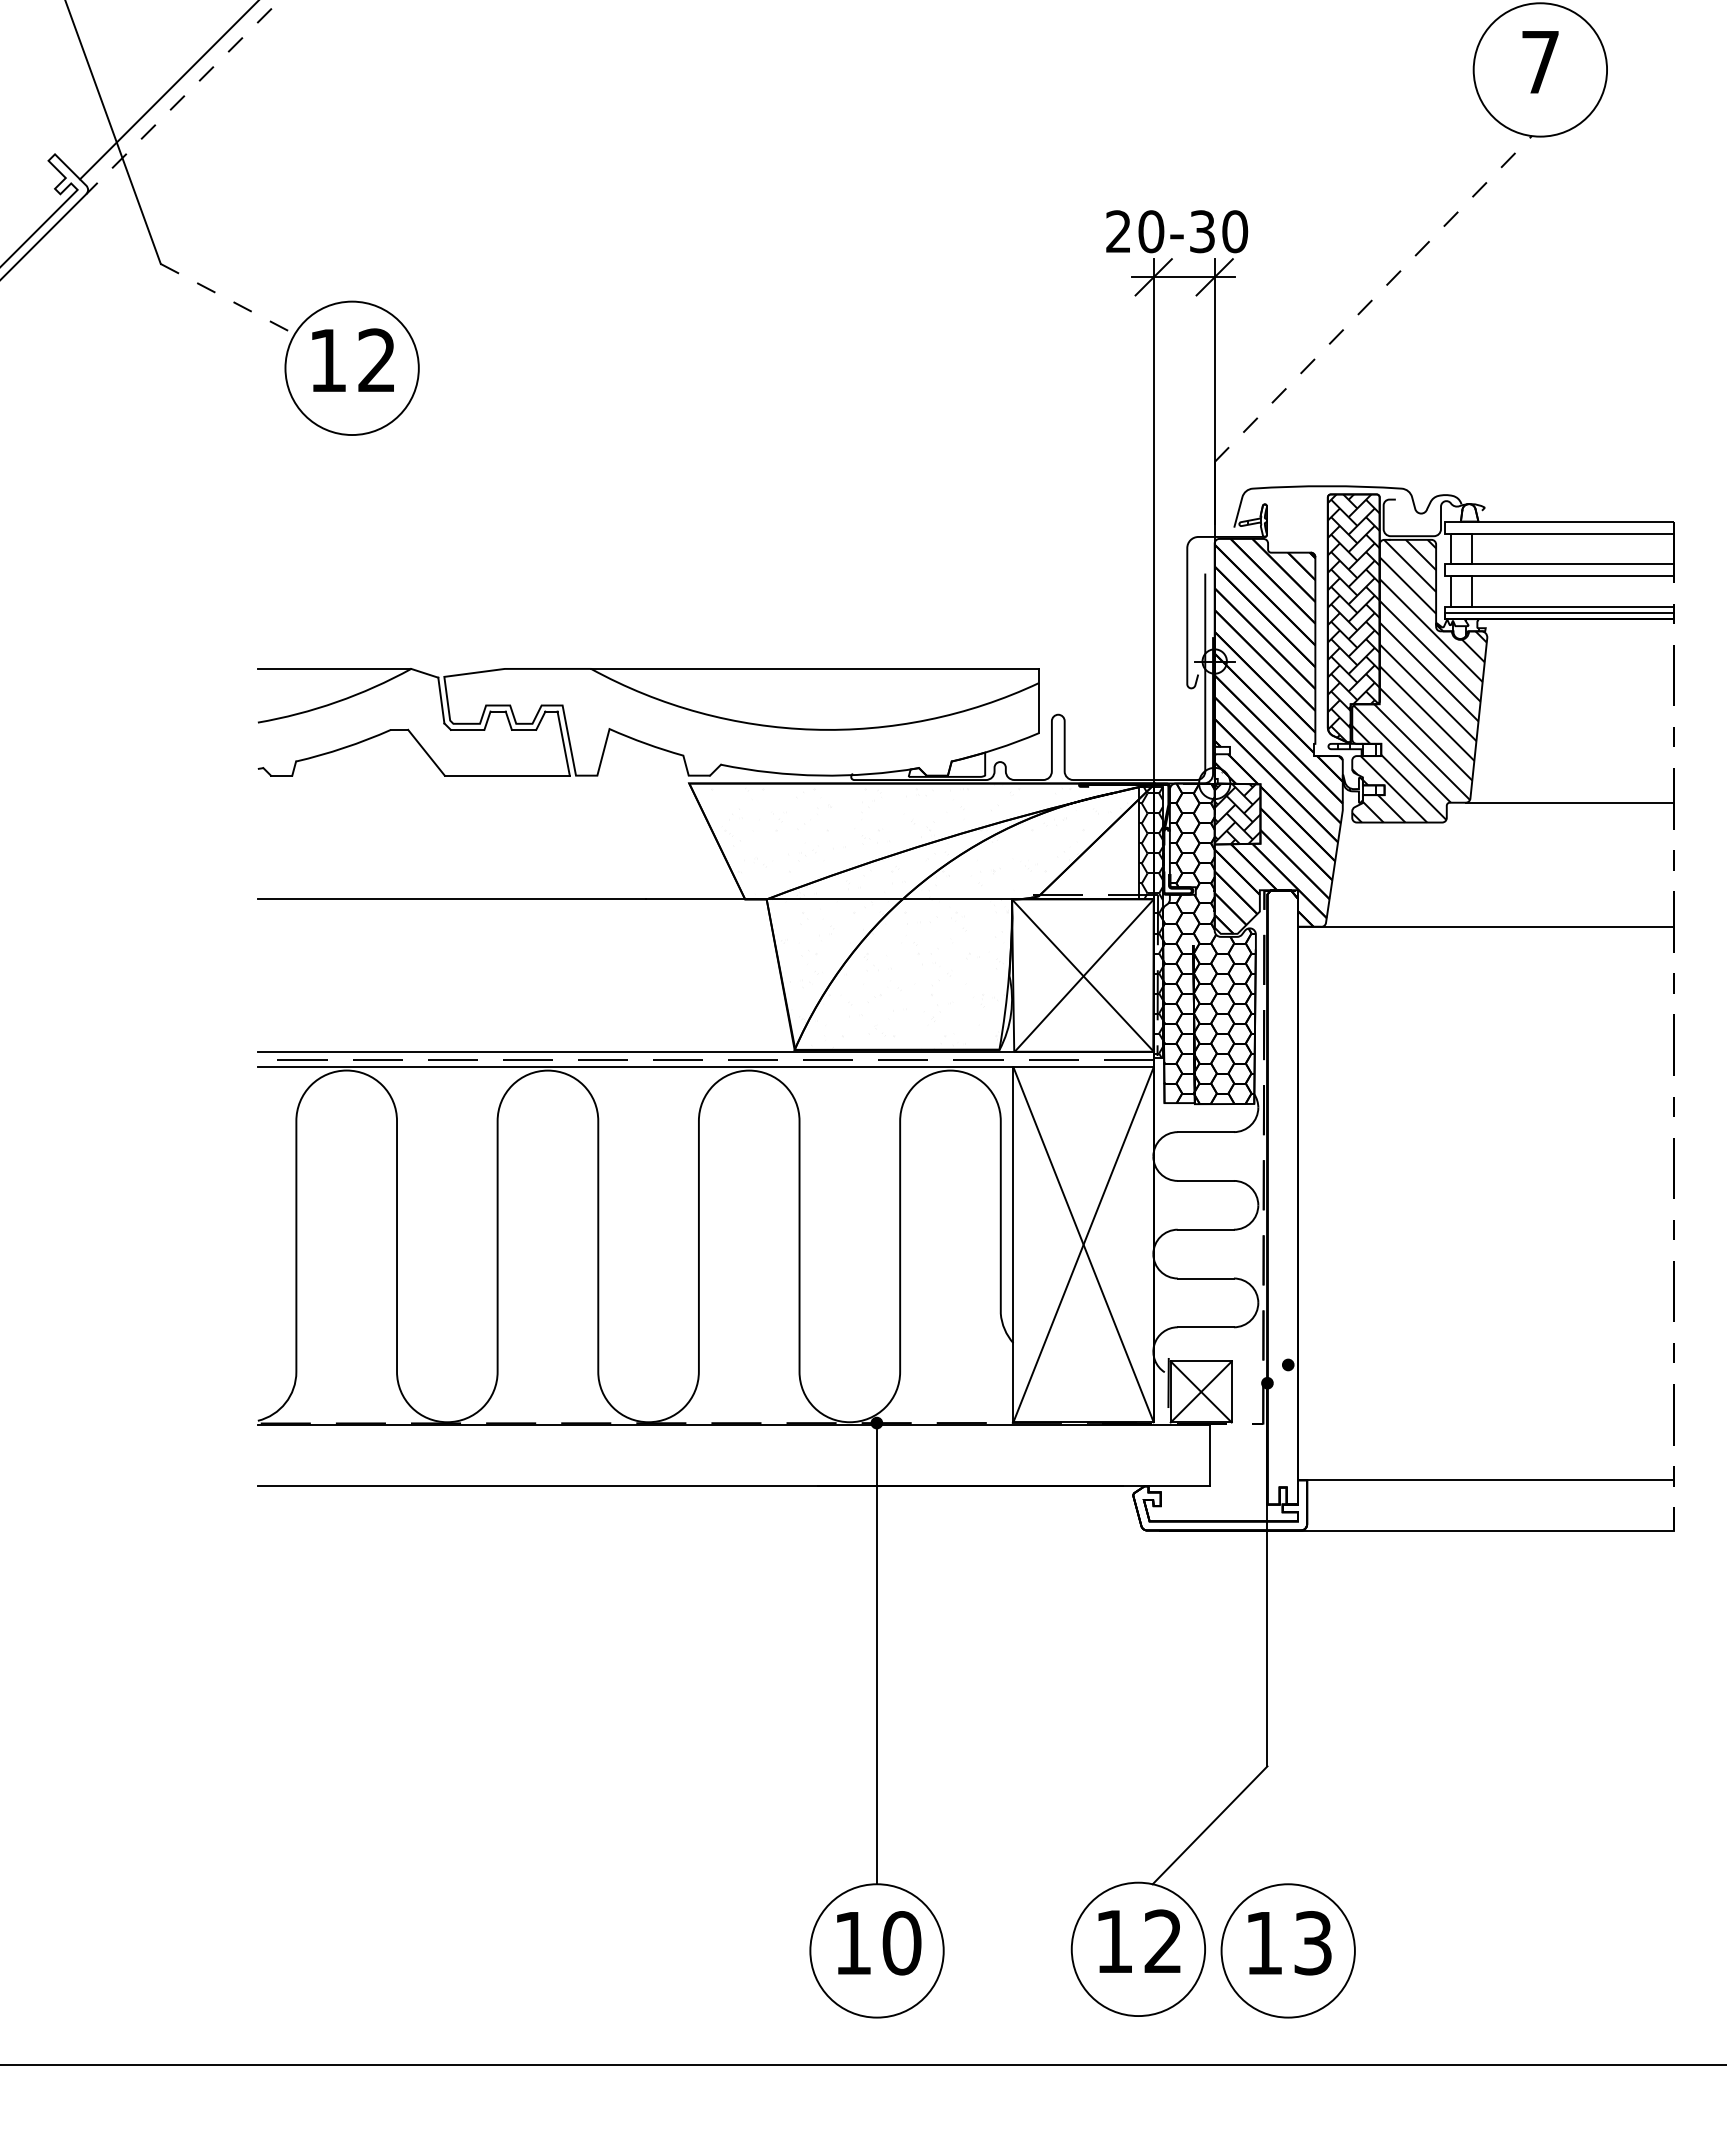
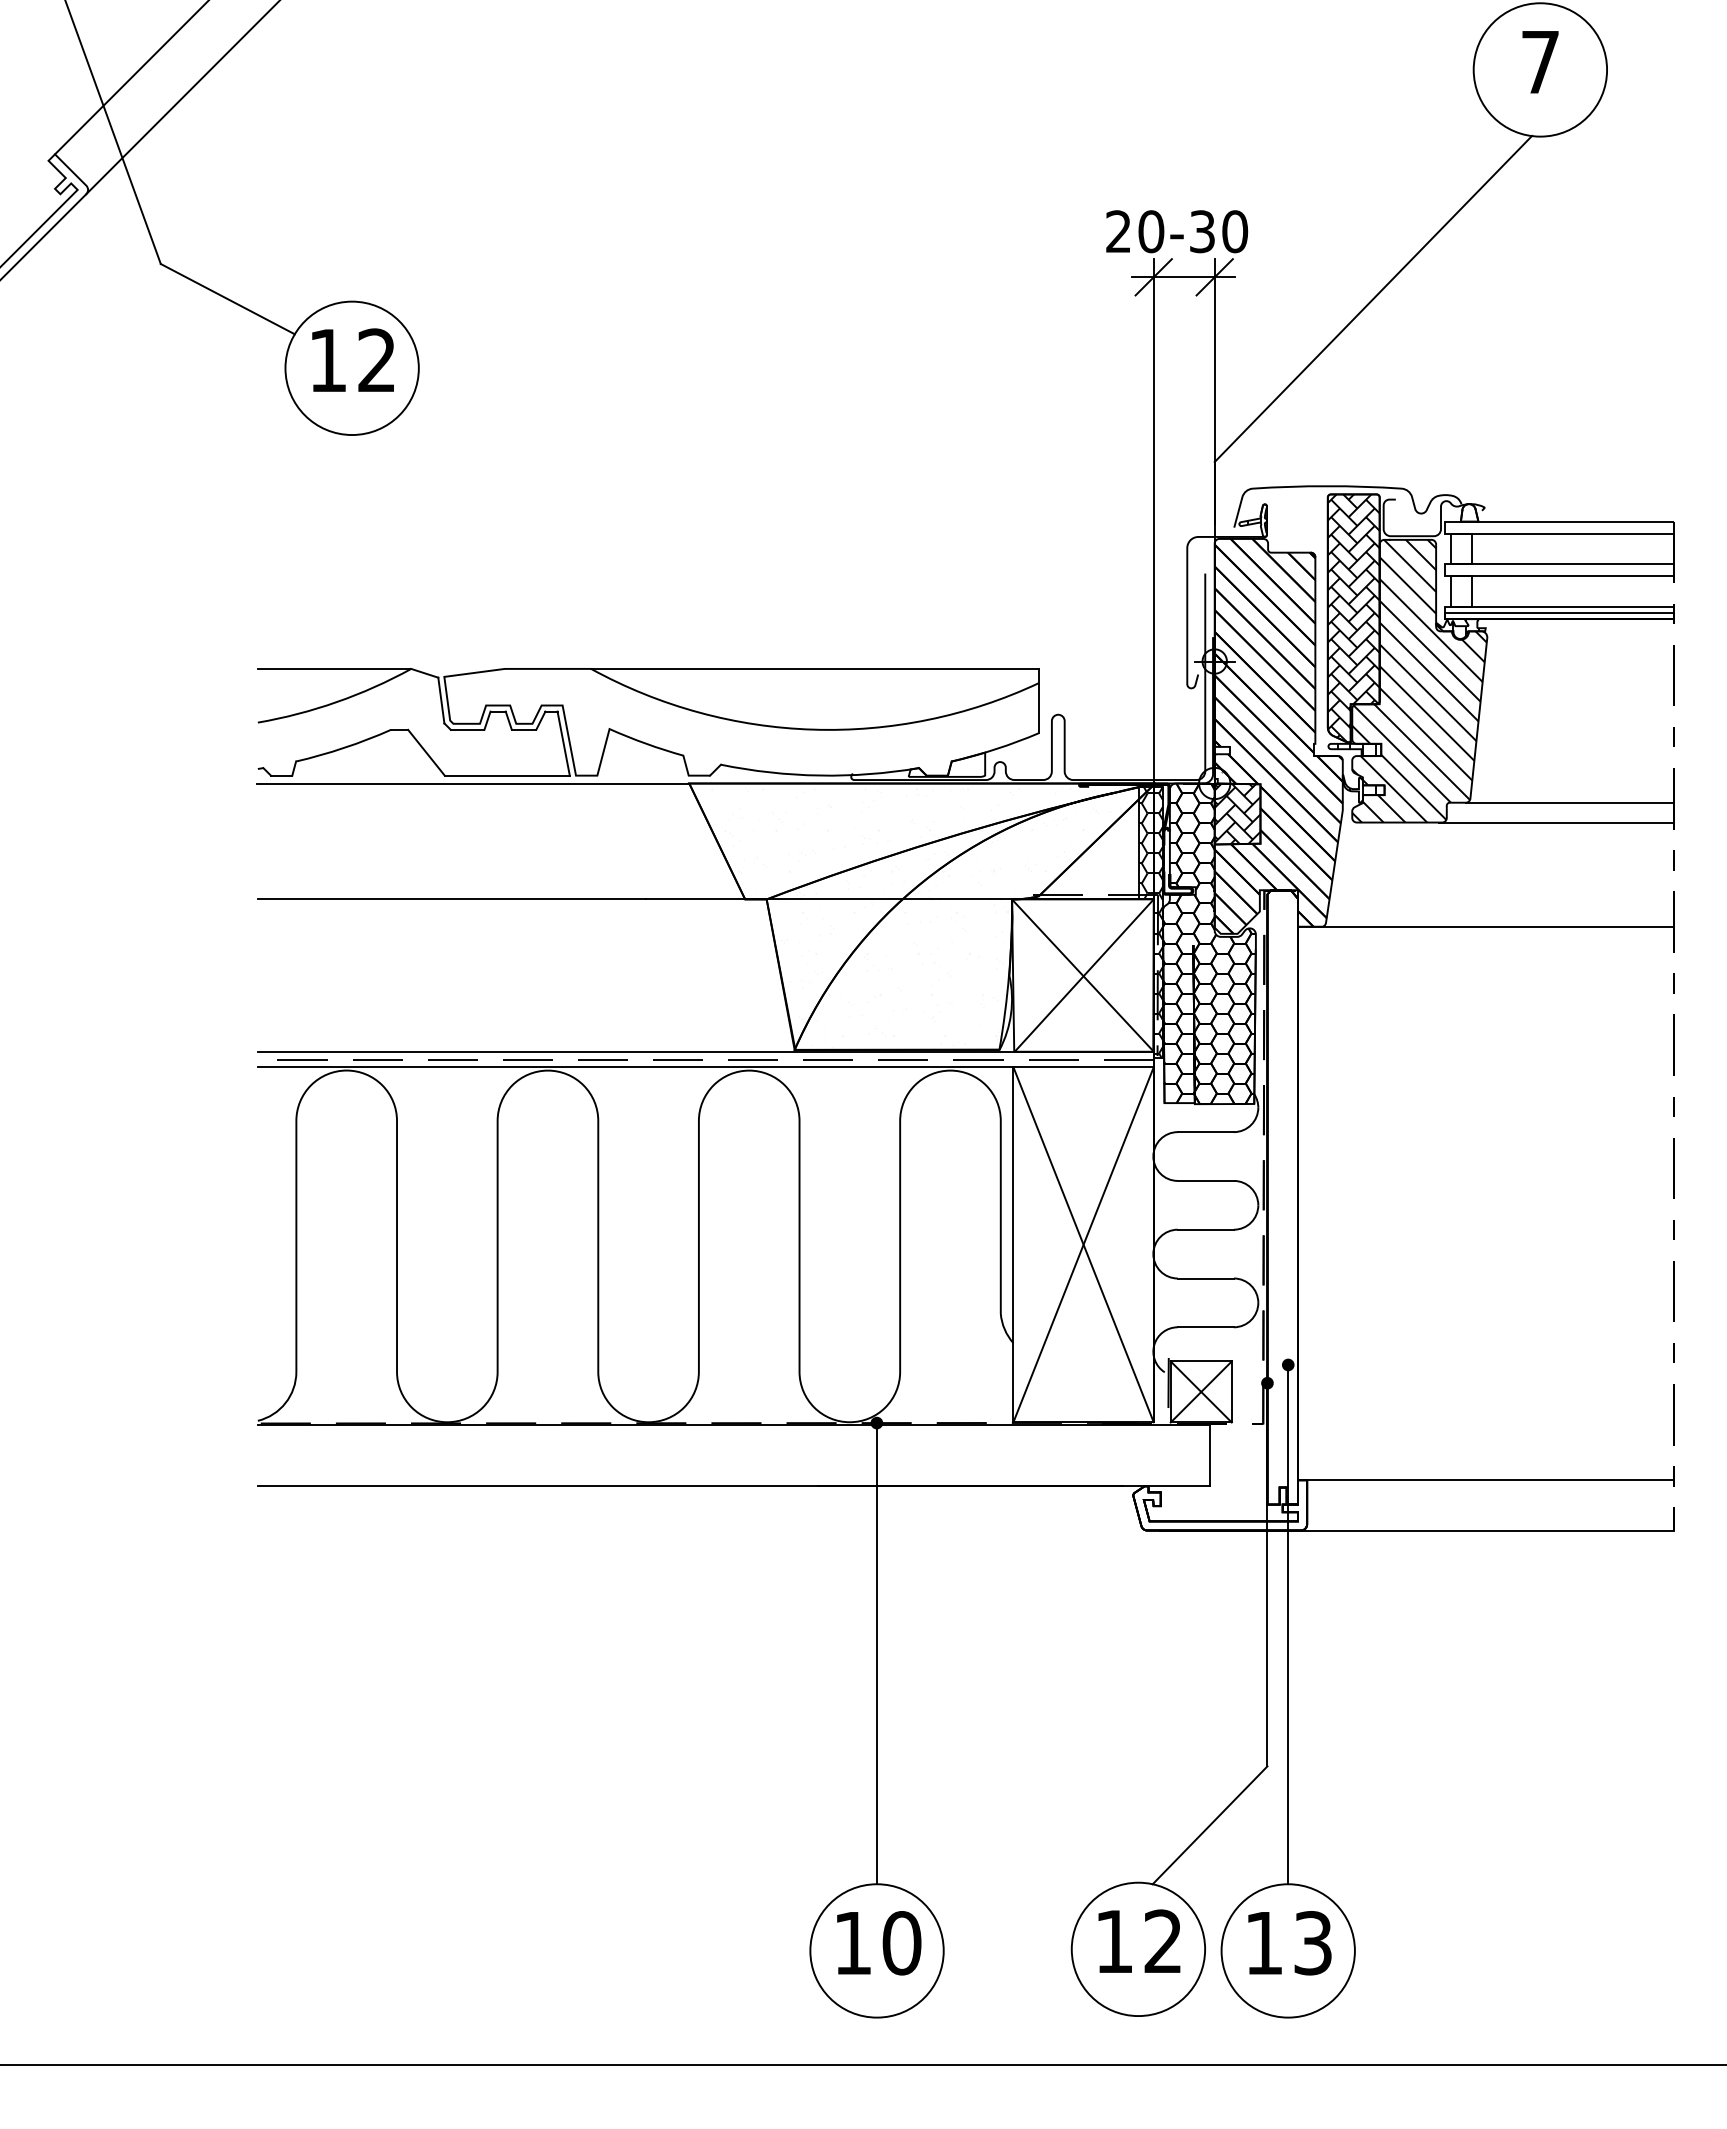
line at (168, 90) position: (168, 90) -> (131, 78)
line at (183, 97): dashed -> solid
line at (1373, 298): dashed -> solid
line at (227, 299): dashed -> solid
line at (473, 783): none -> present
line at (1556, 822): none -> present
line at (1288, 1626): none -> present
